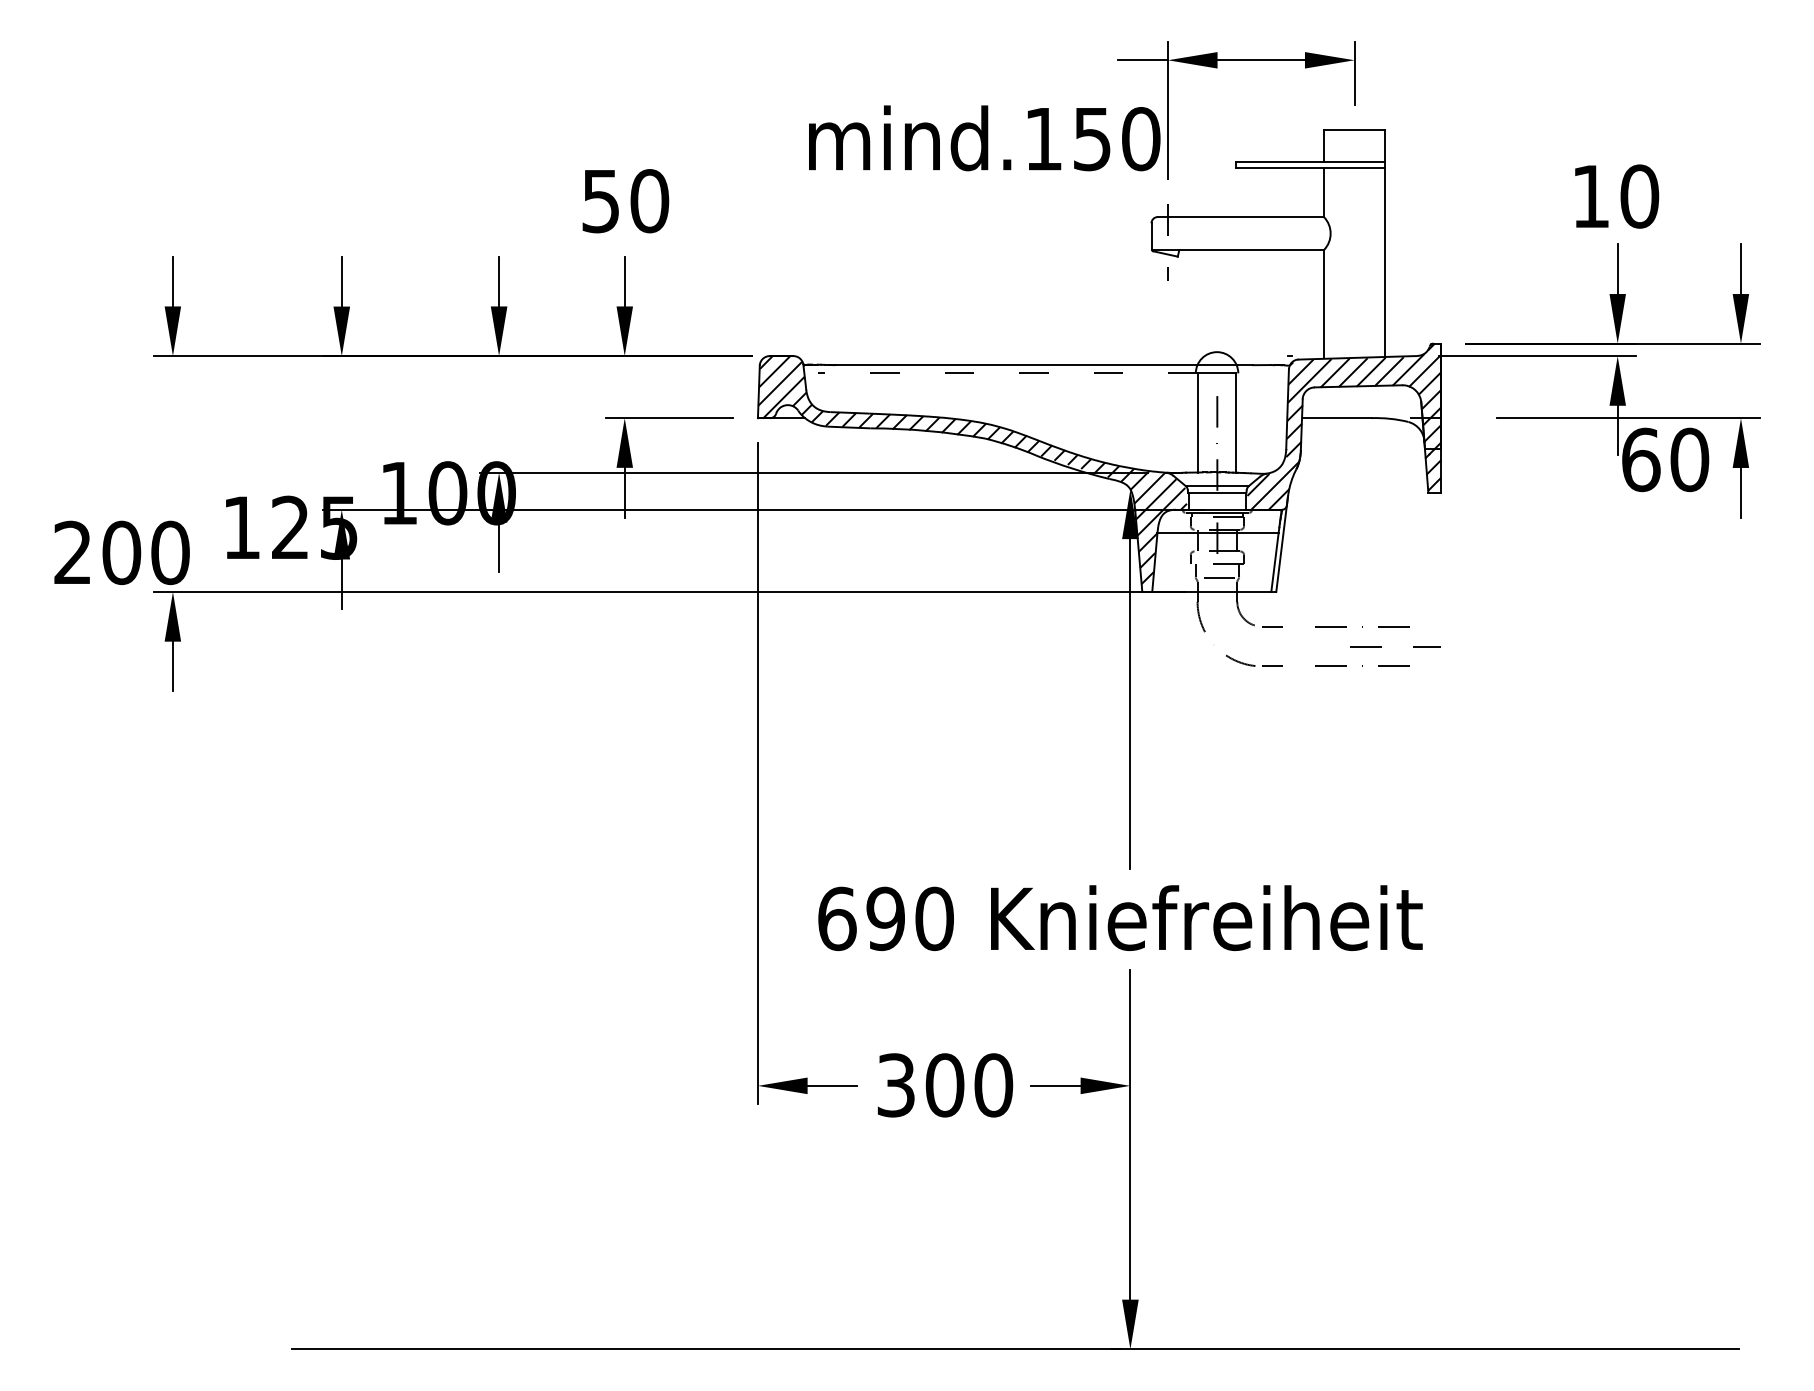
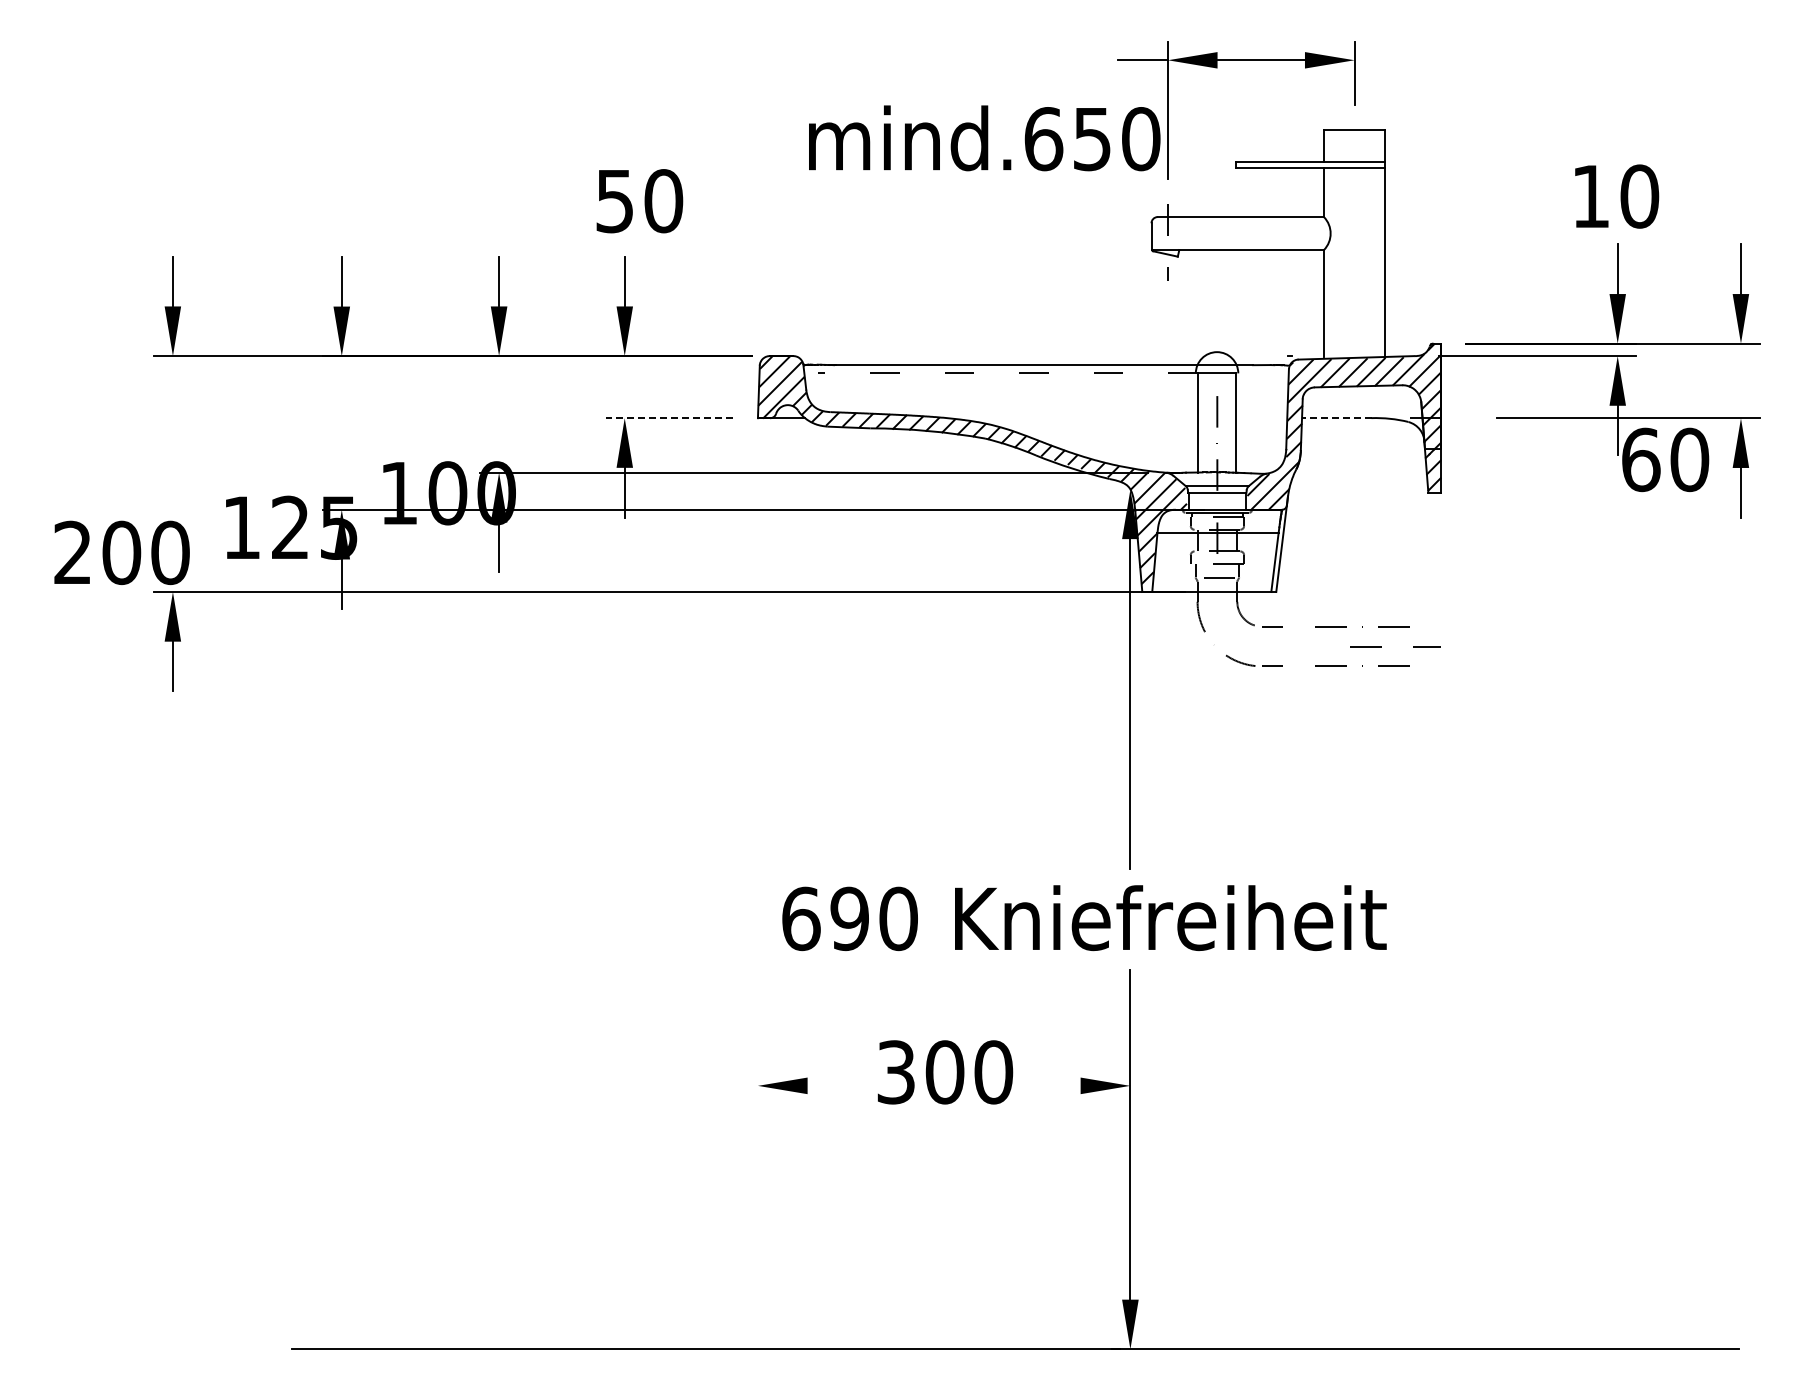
text at (1043, 139): mind.150 -> mind.650
text at (625, 201) position: (625, 201) -> (639, 201)
line at (669, 418): solid -> dashed
line at (1336, 418): solid -> dashed
line at (757, 773): present -> none
text at (1120, 918) position: (1120, 918) -> (1084, 918)
line at (832, 1085): present -> none
text at (945, 1085) position: (945, 1085) -> (945, 1072)
line at (1055, 1085): present -> none
